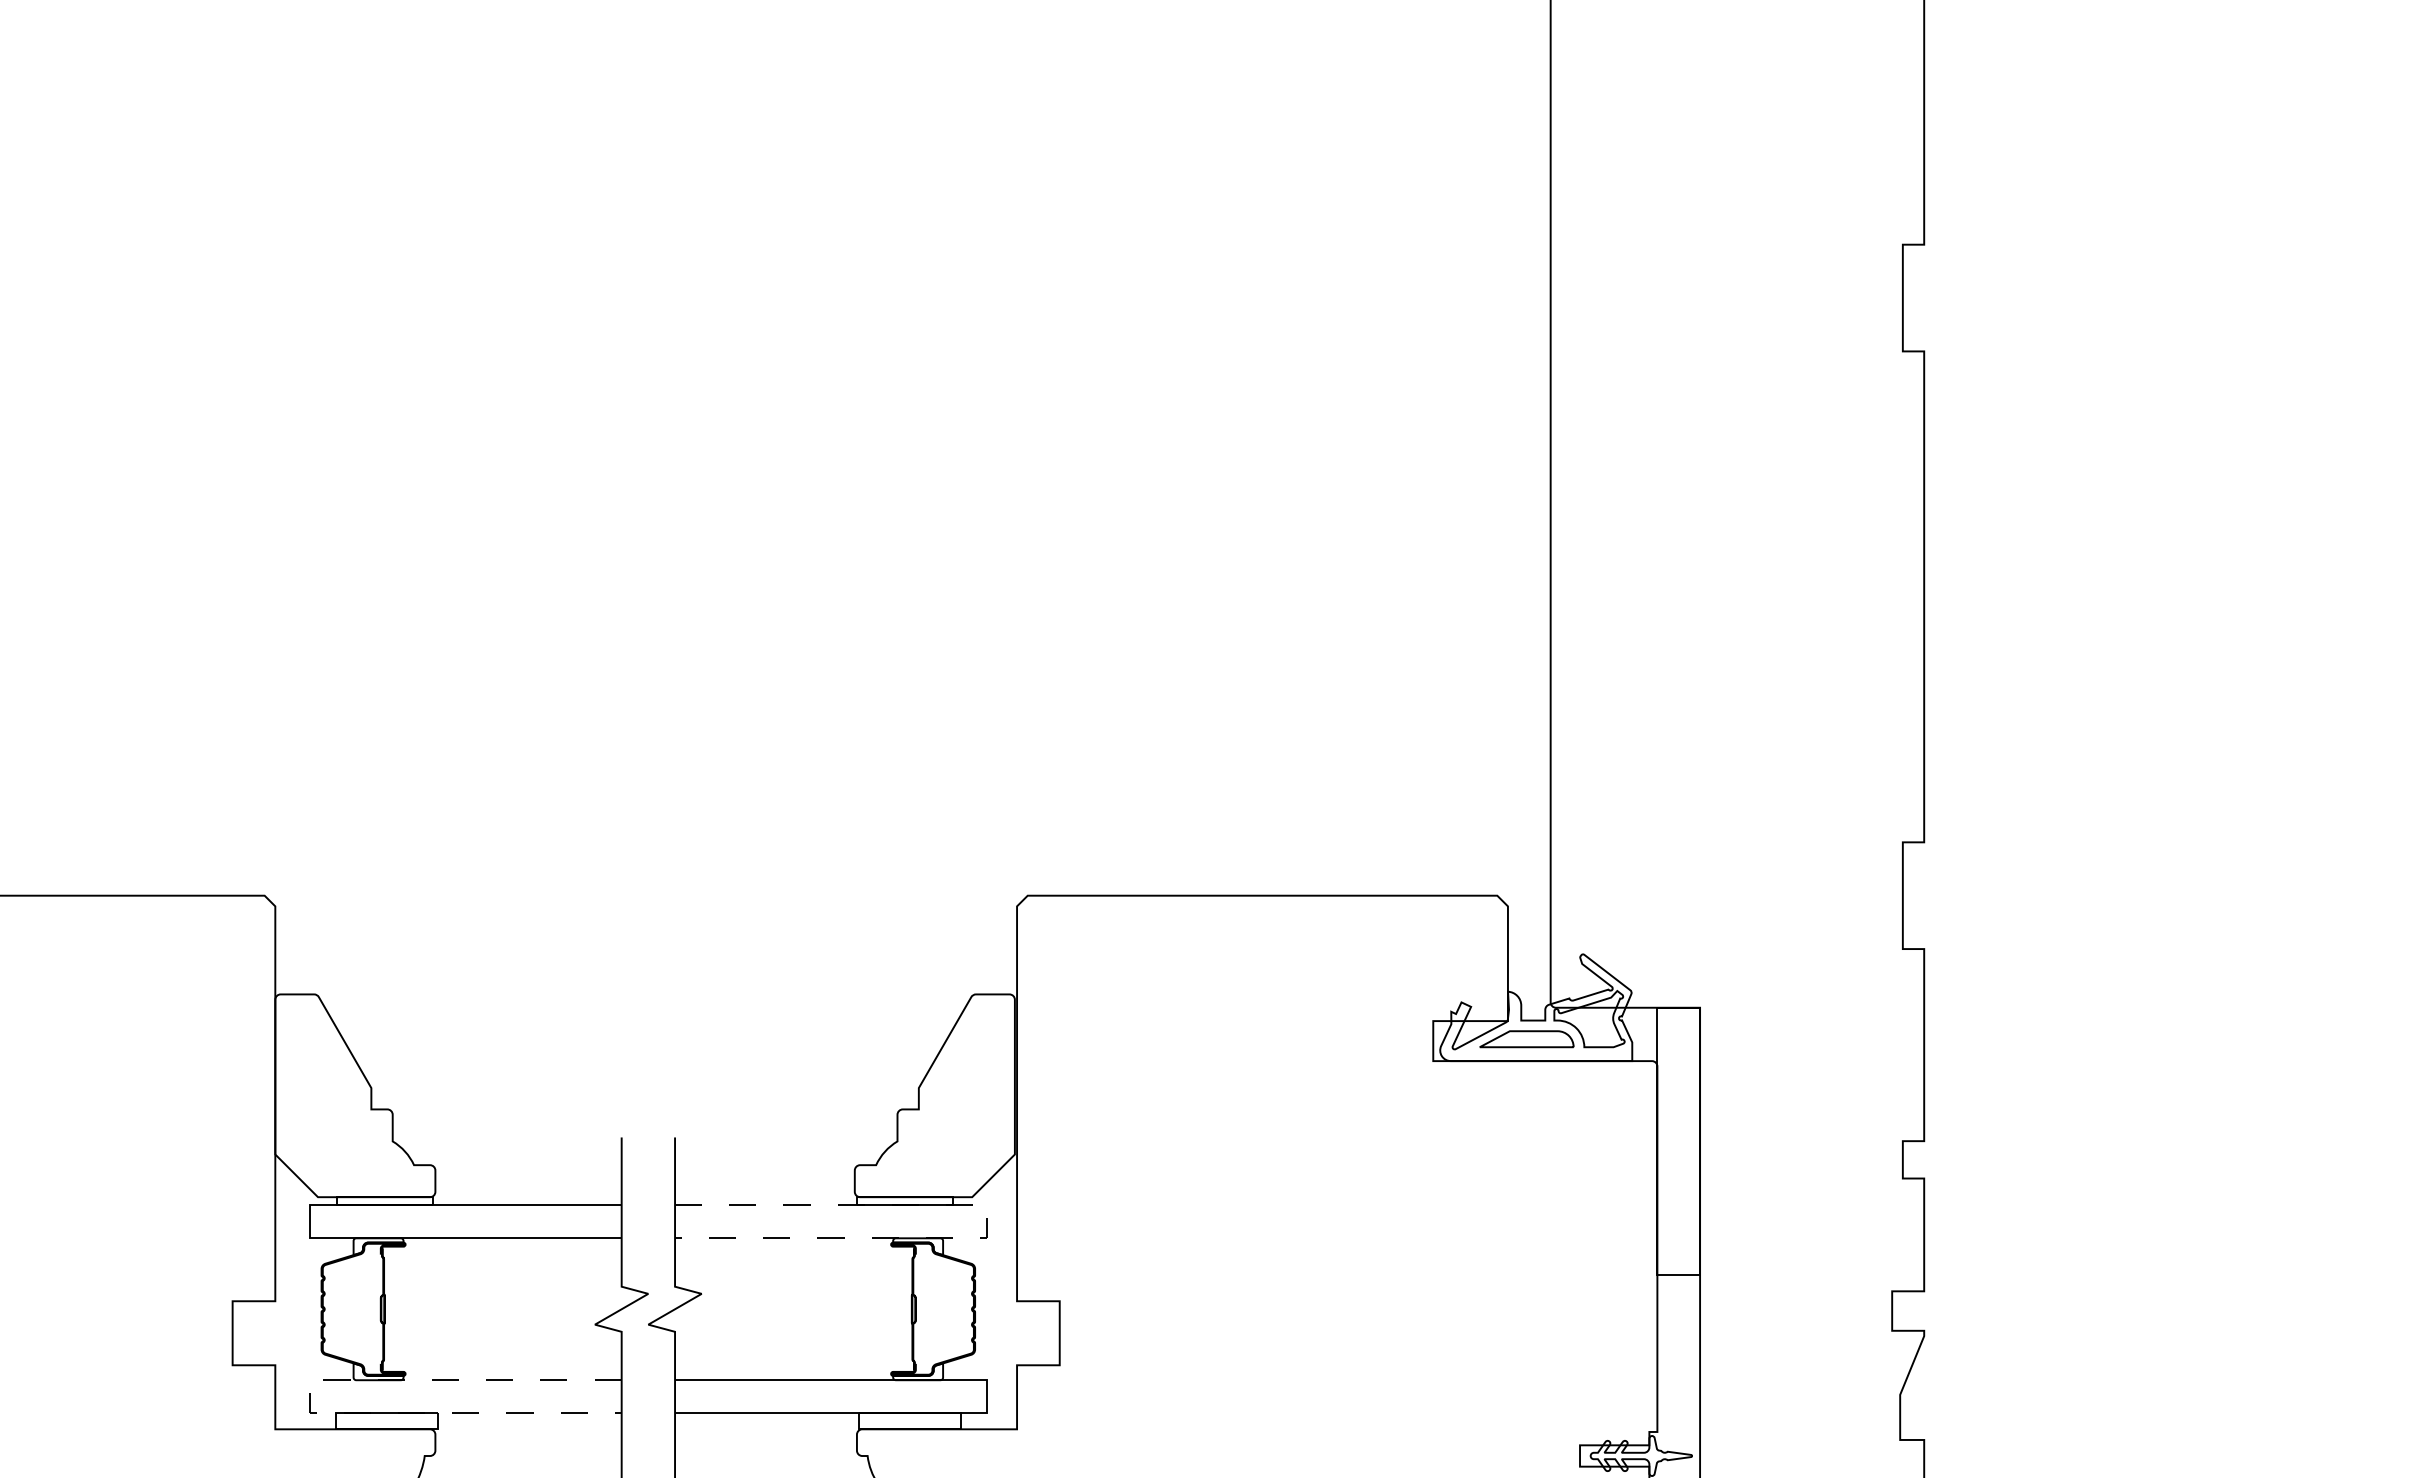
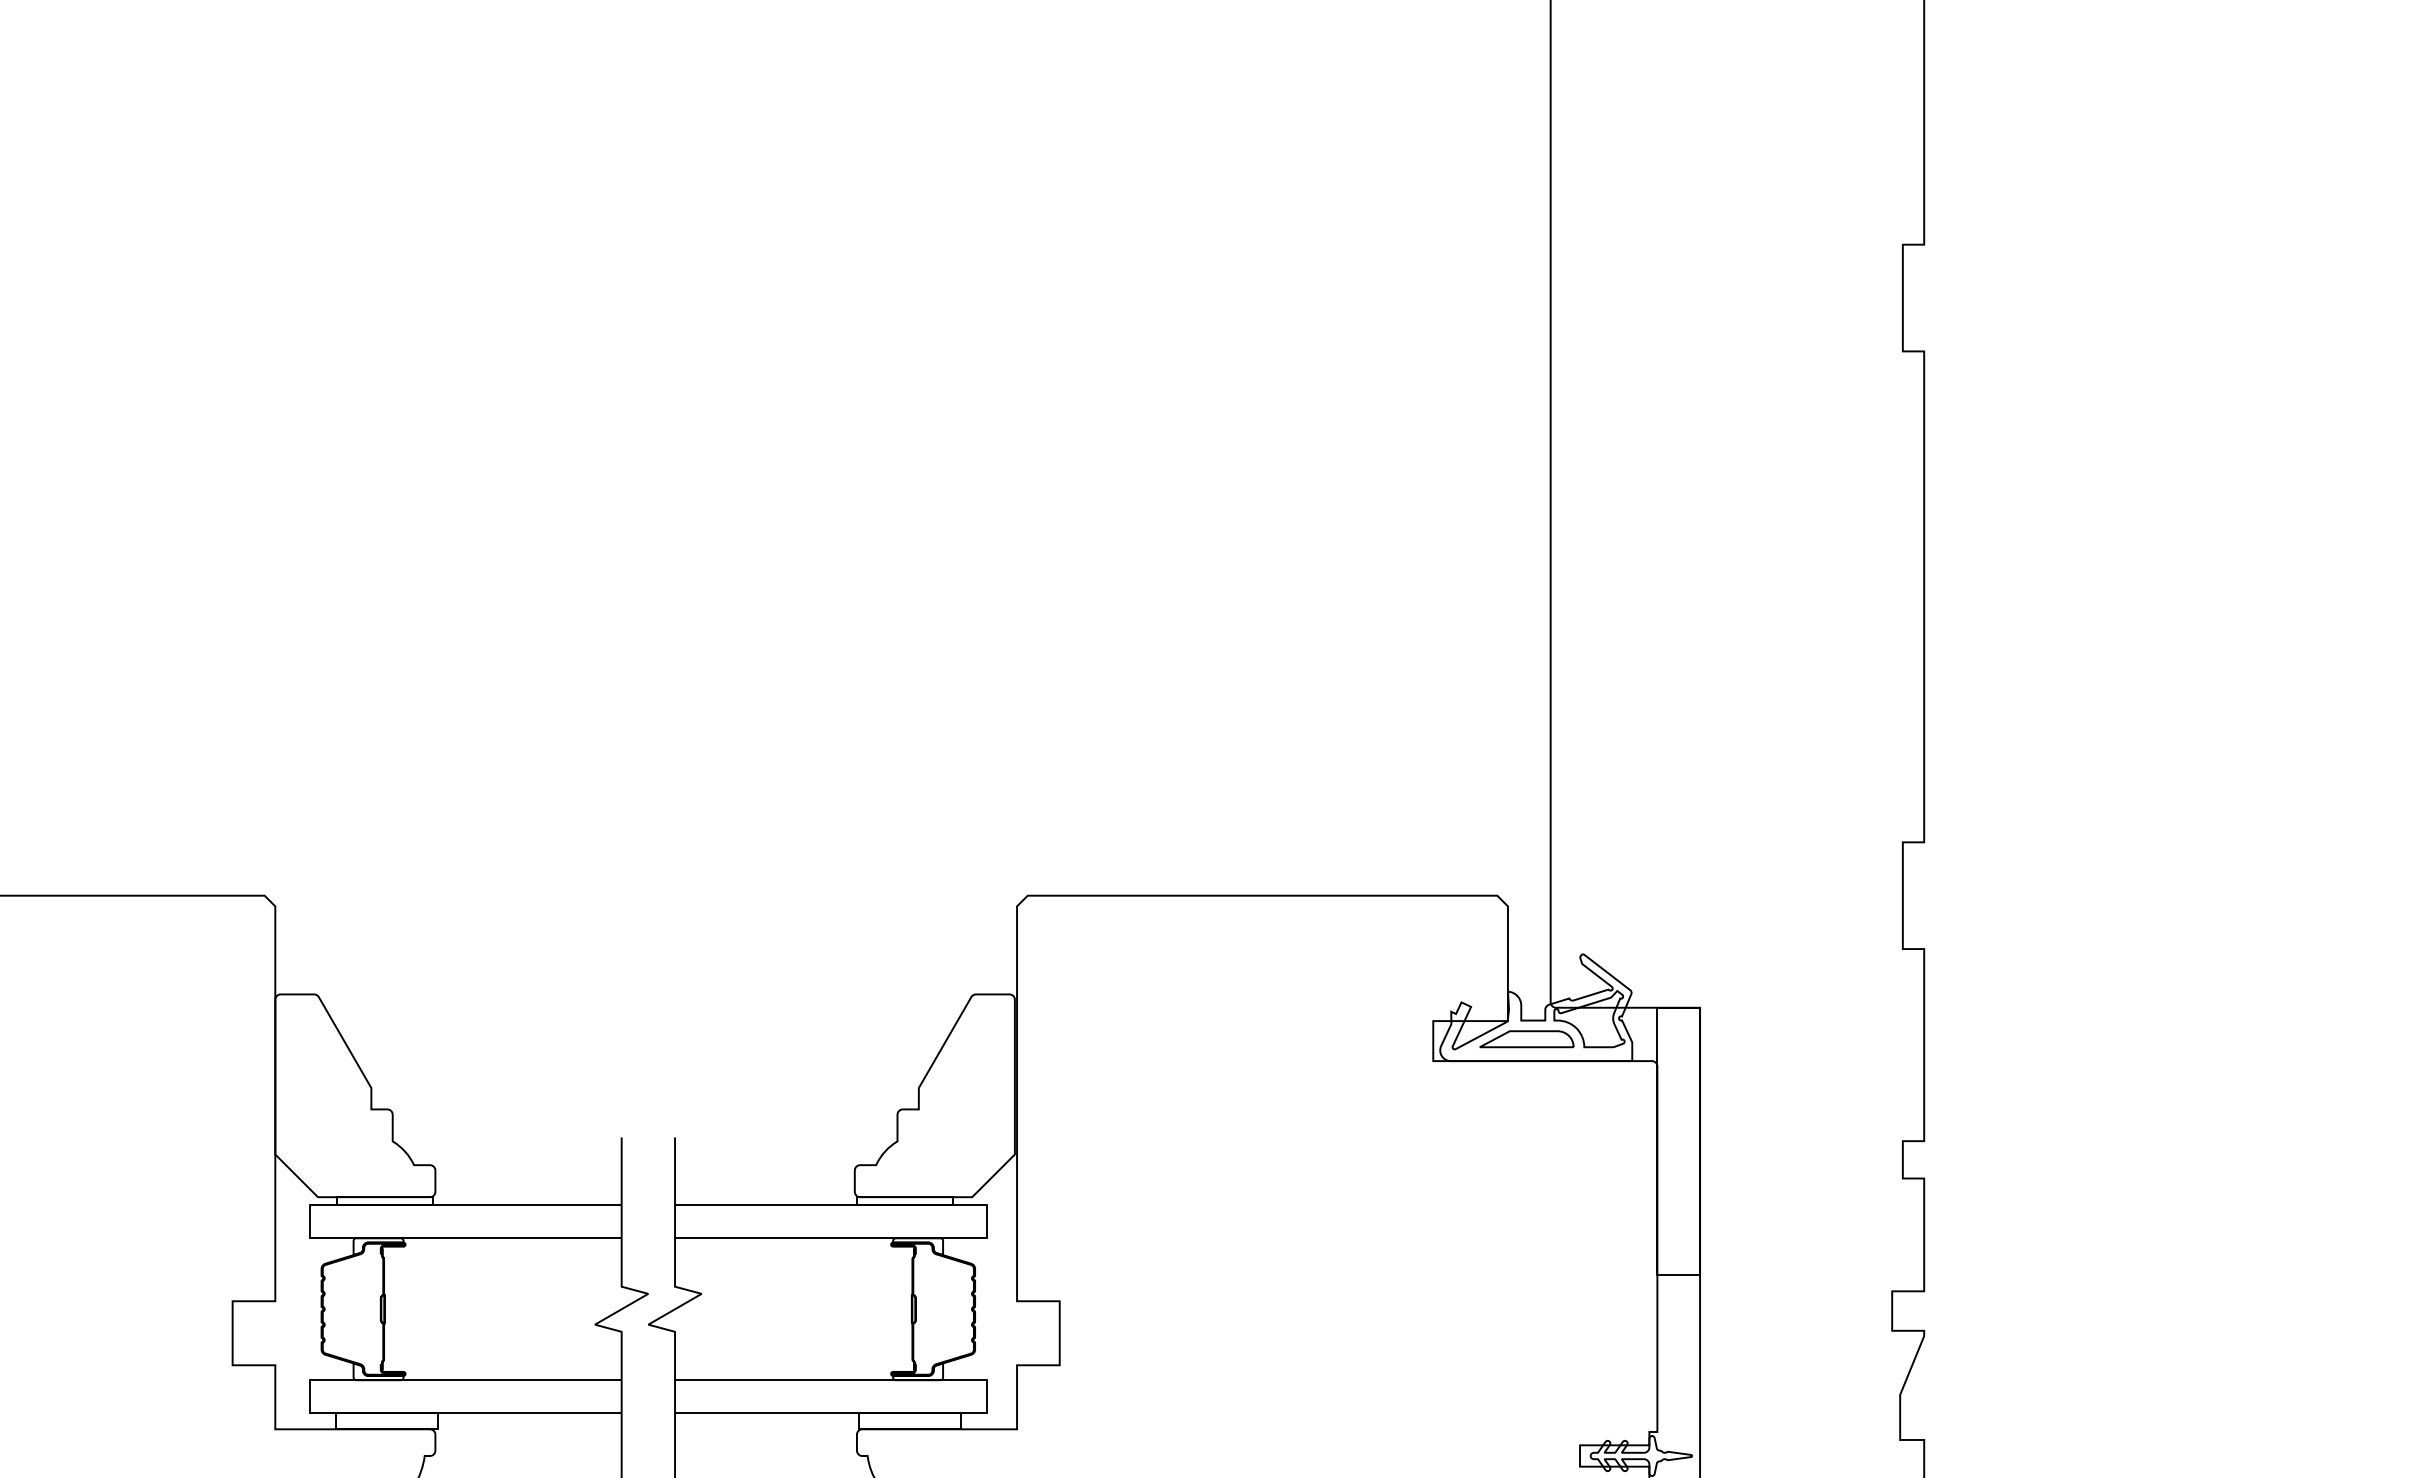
line at (987, 1221): dashed -> solid
line at (309, 1396): dashed -> solid
